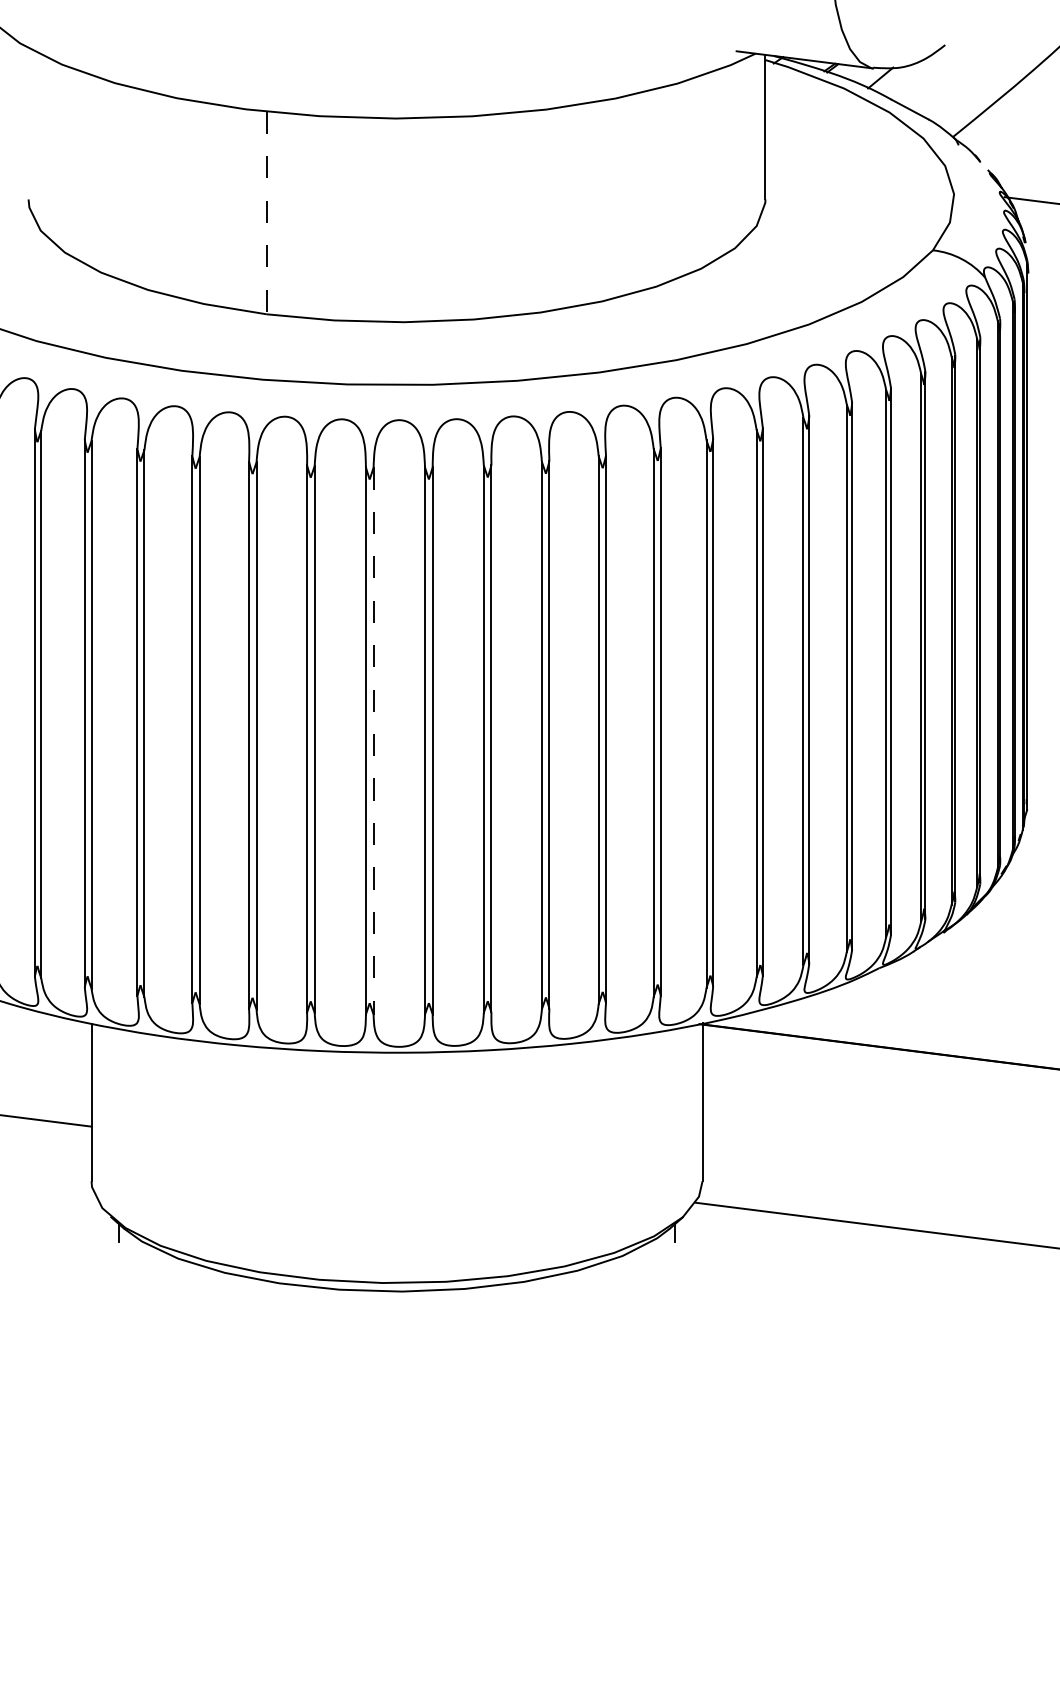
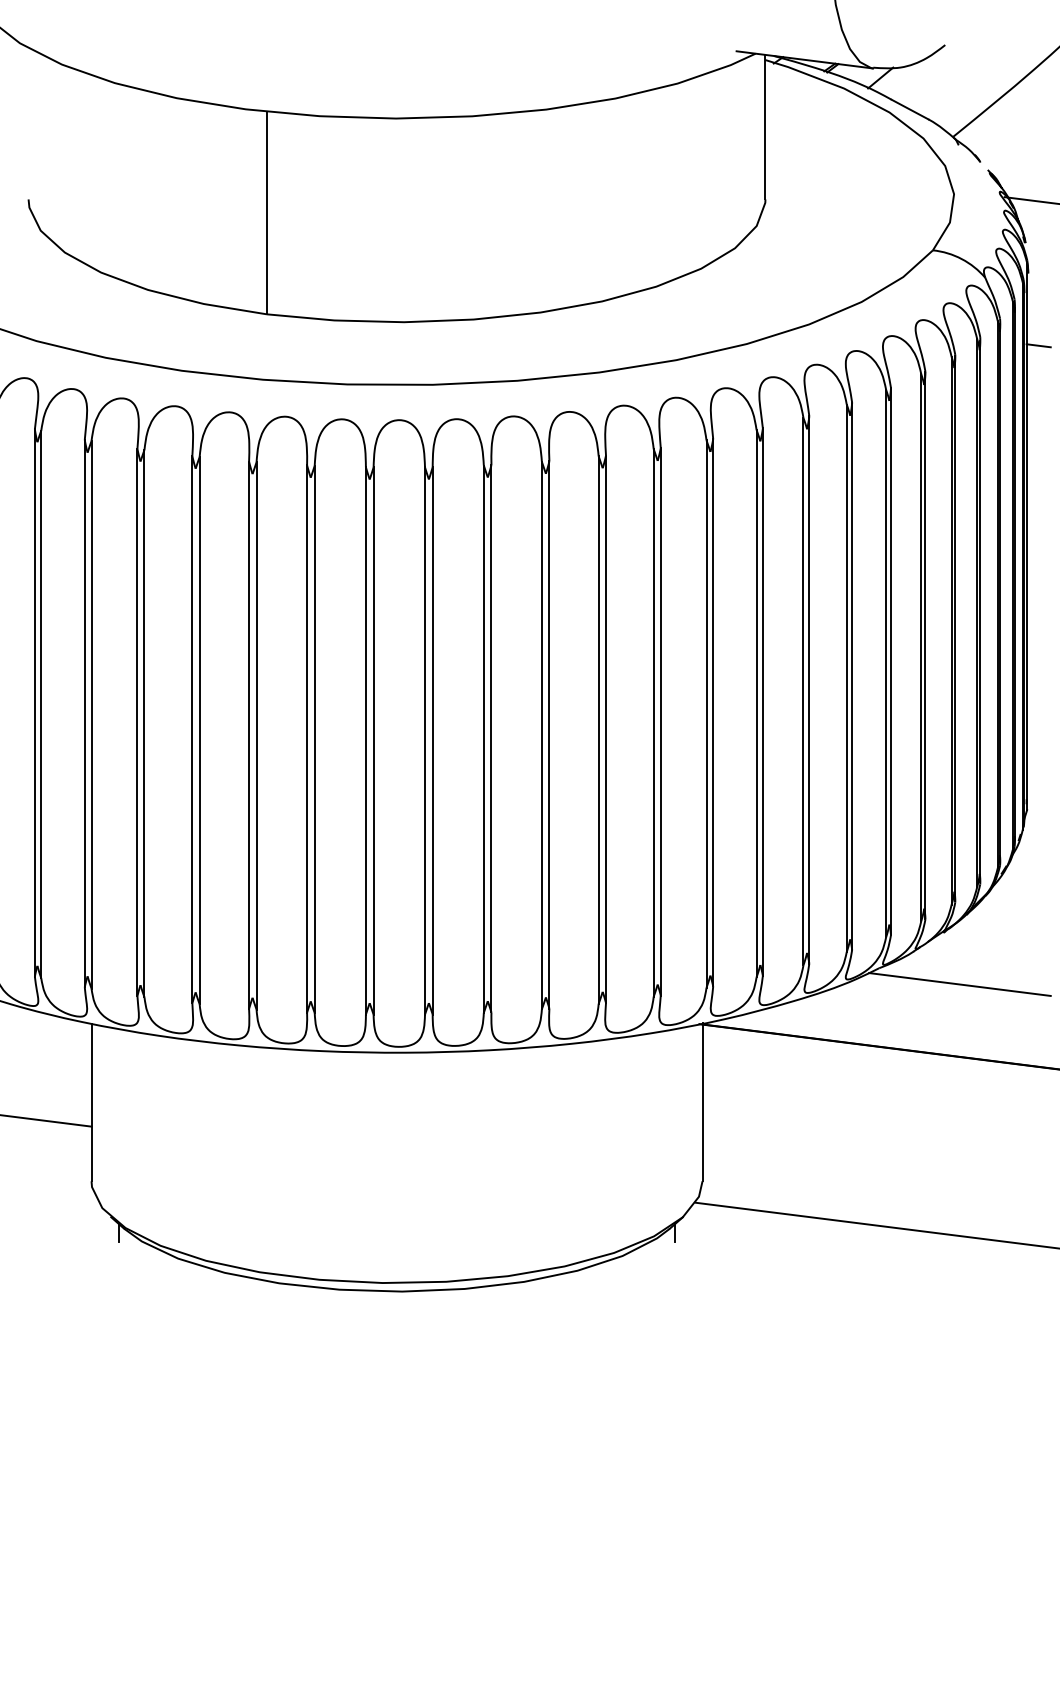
line at (266, 213): dashed -> solid
line at (1038, 345): none -> present
line at (373, 741): dashed -> solid
line at (959, 984): none -> present
